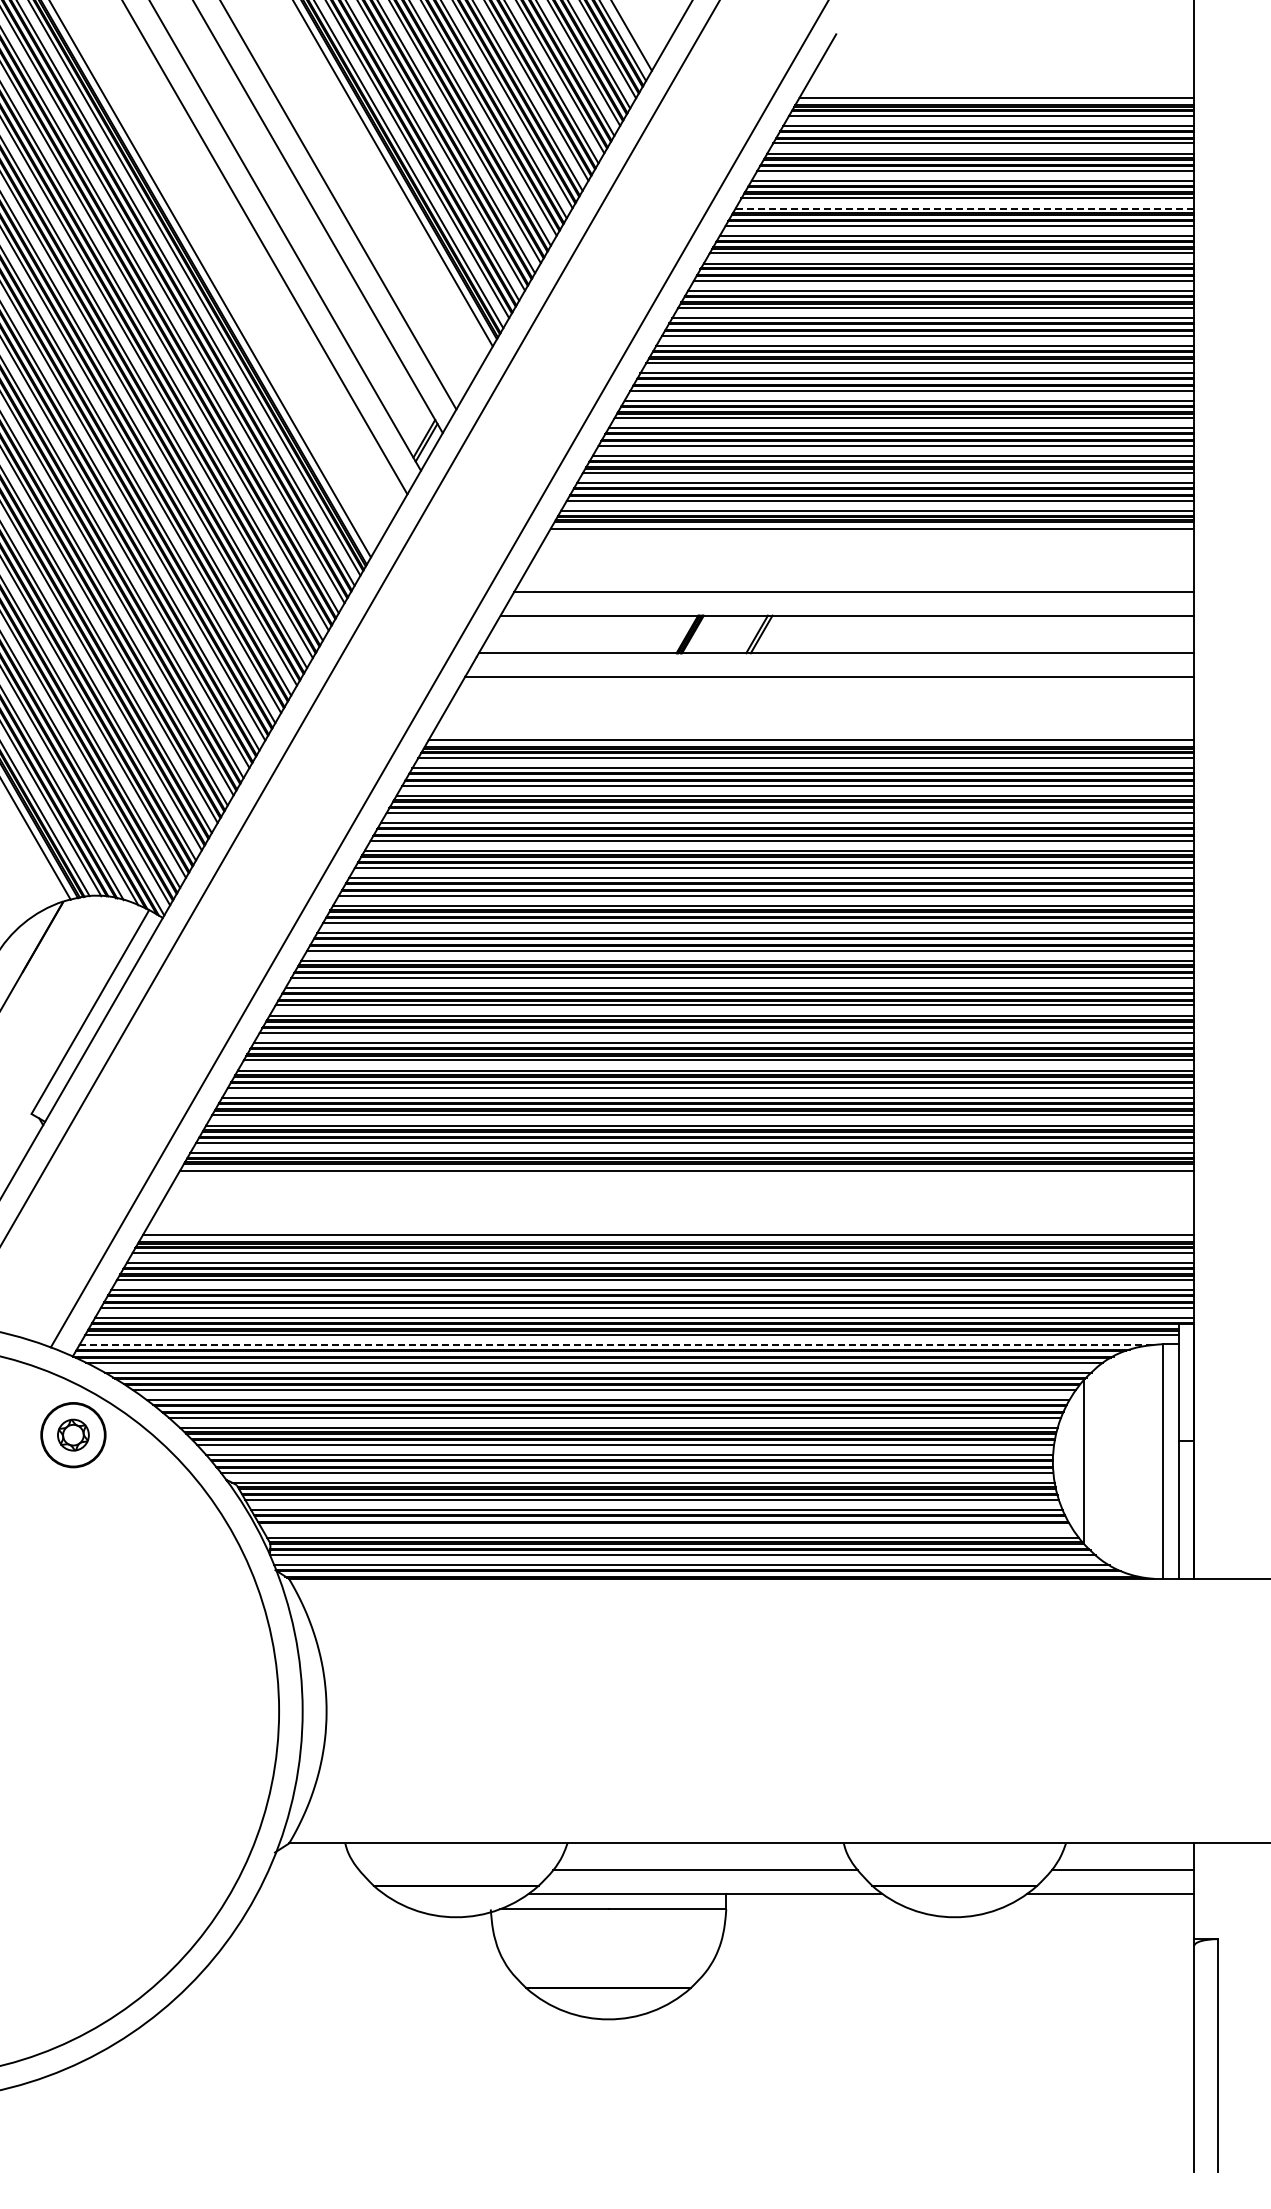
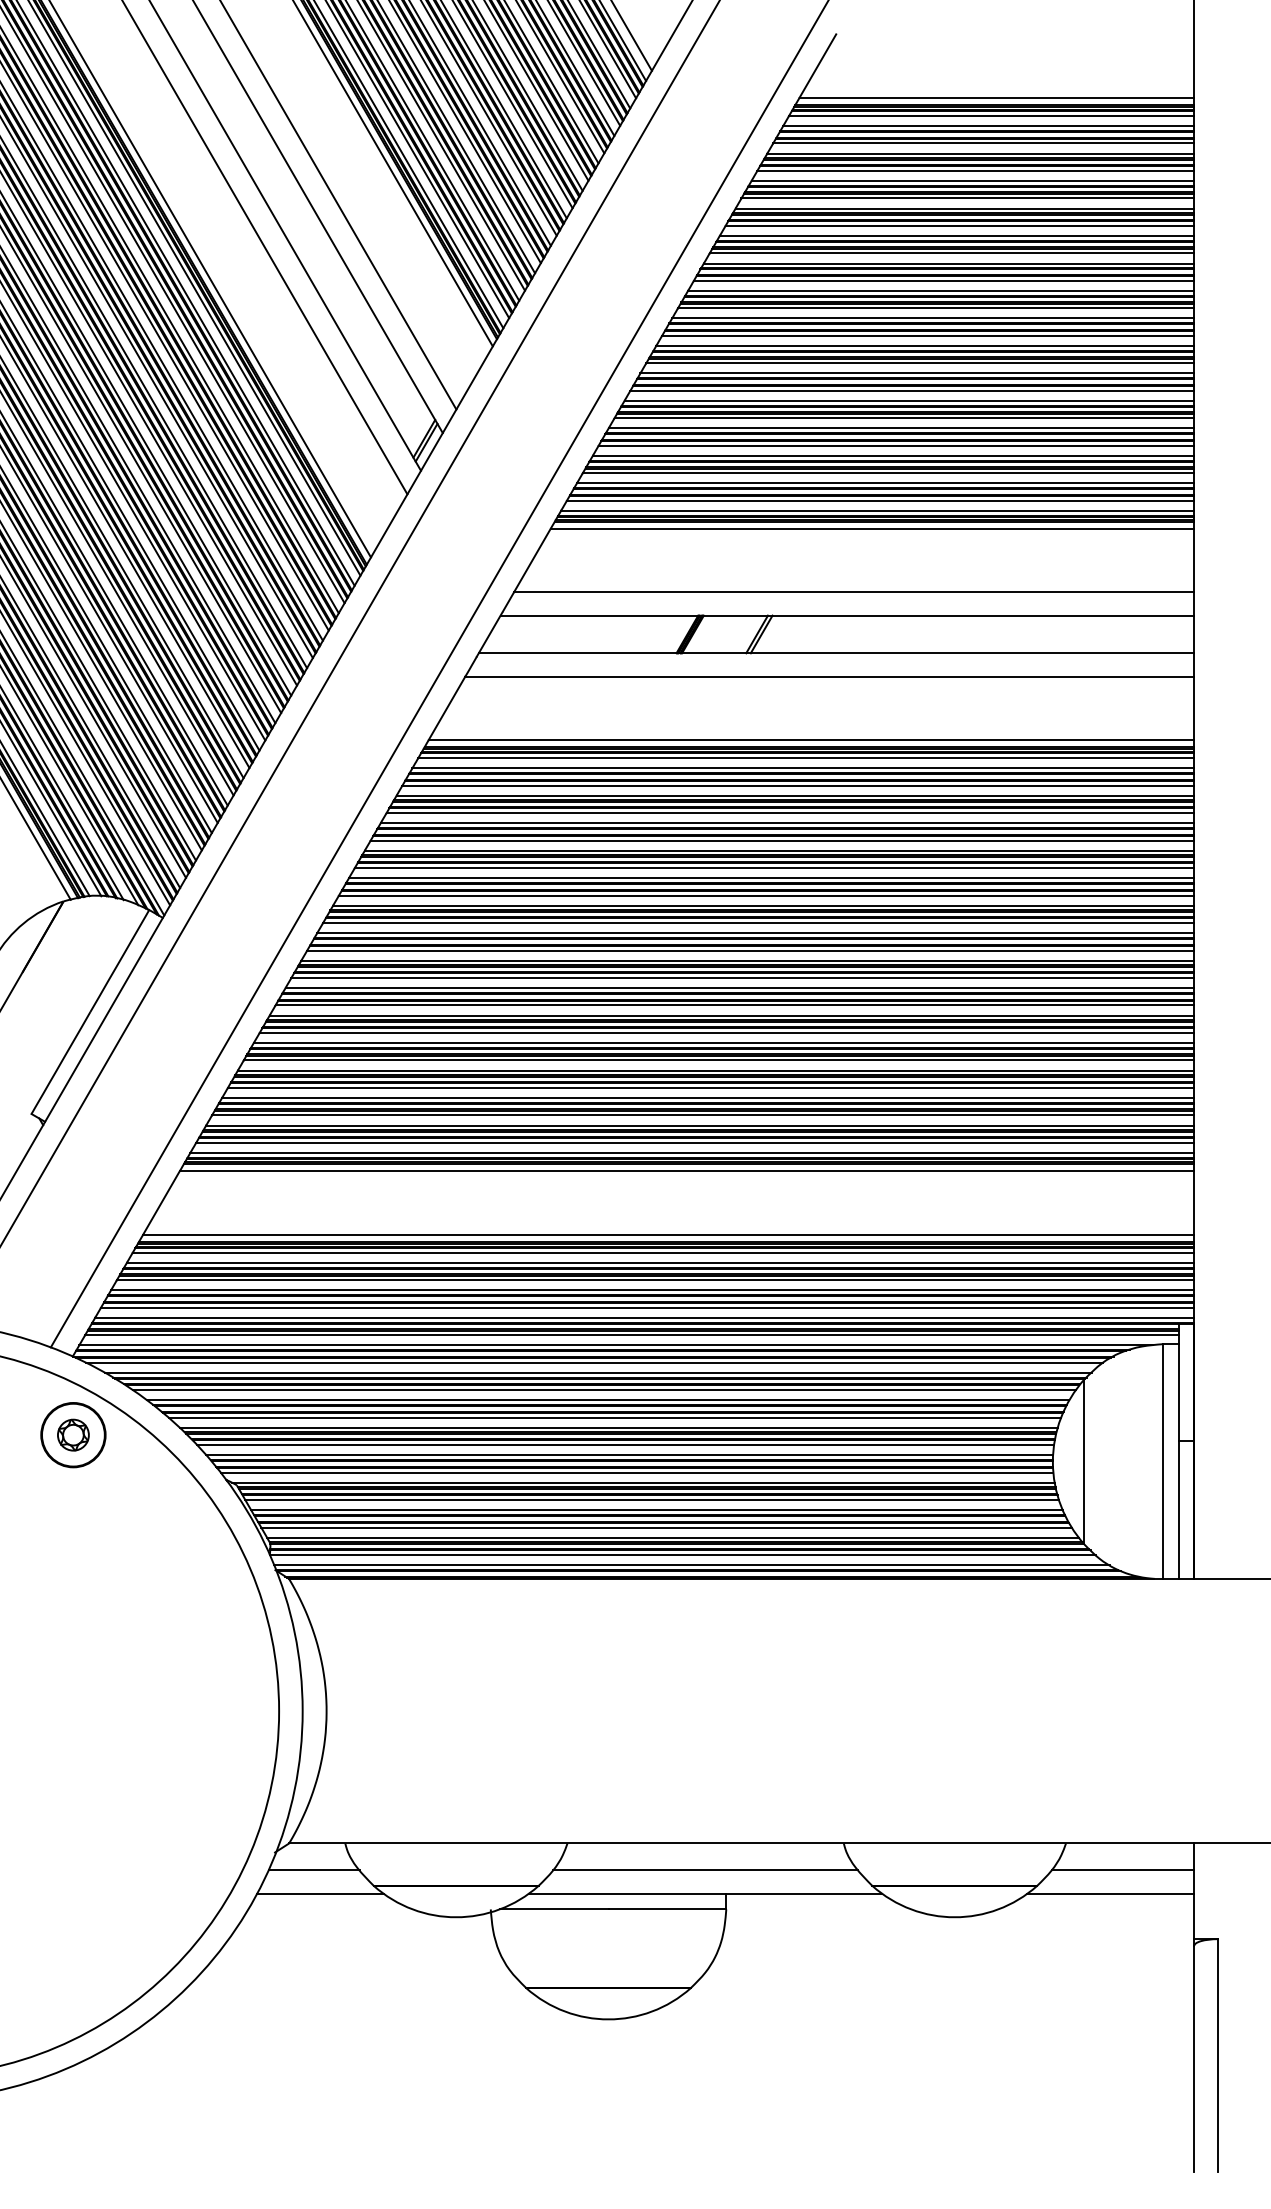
line at (965, 208): dashed -> solid
line at (615, 1345): dashed -> solid
line at (666, 1527): none -> present
line at (313, 1870): none -> present
line at (320, 1893): none -> present
